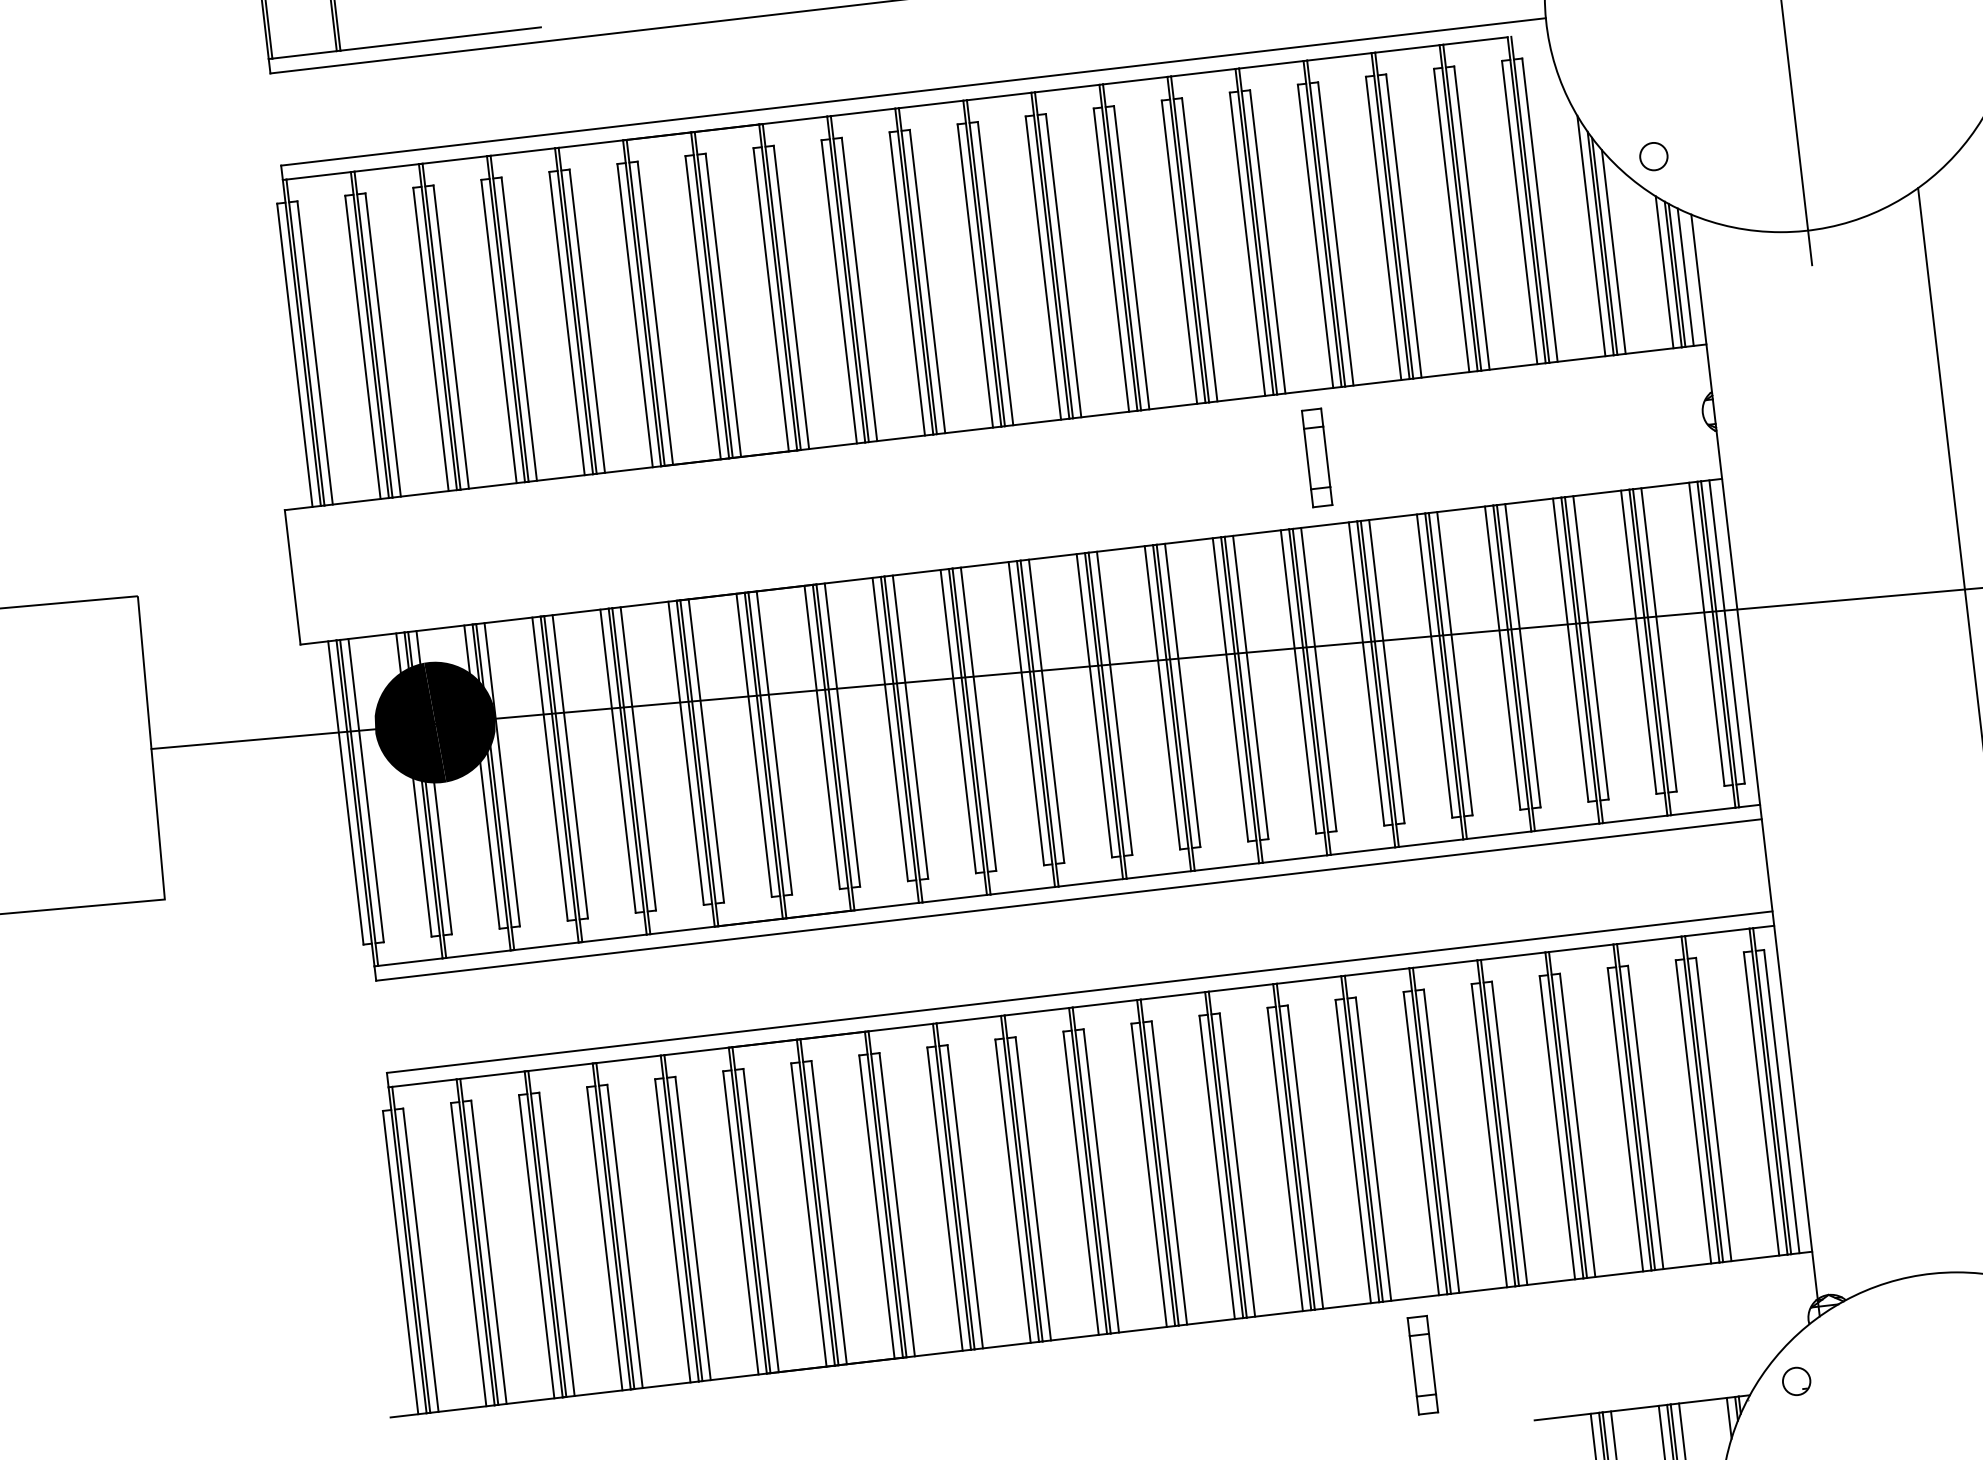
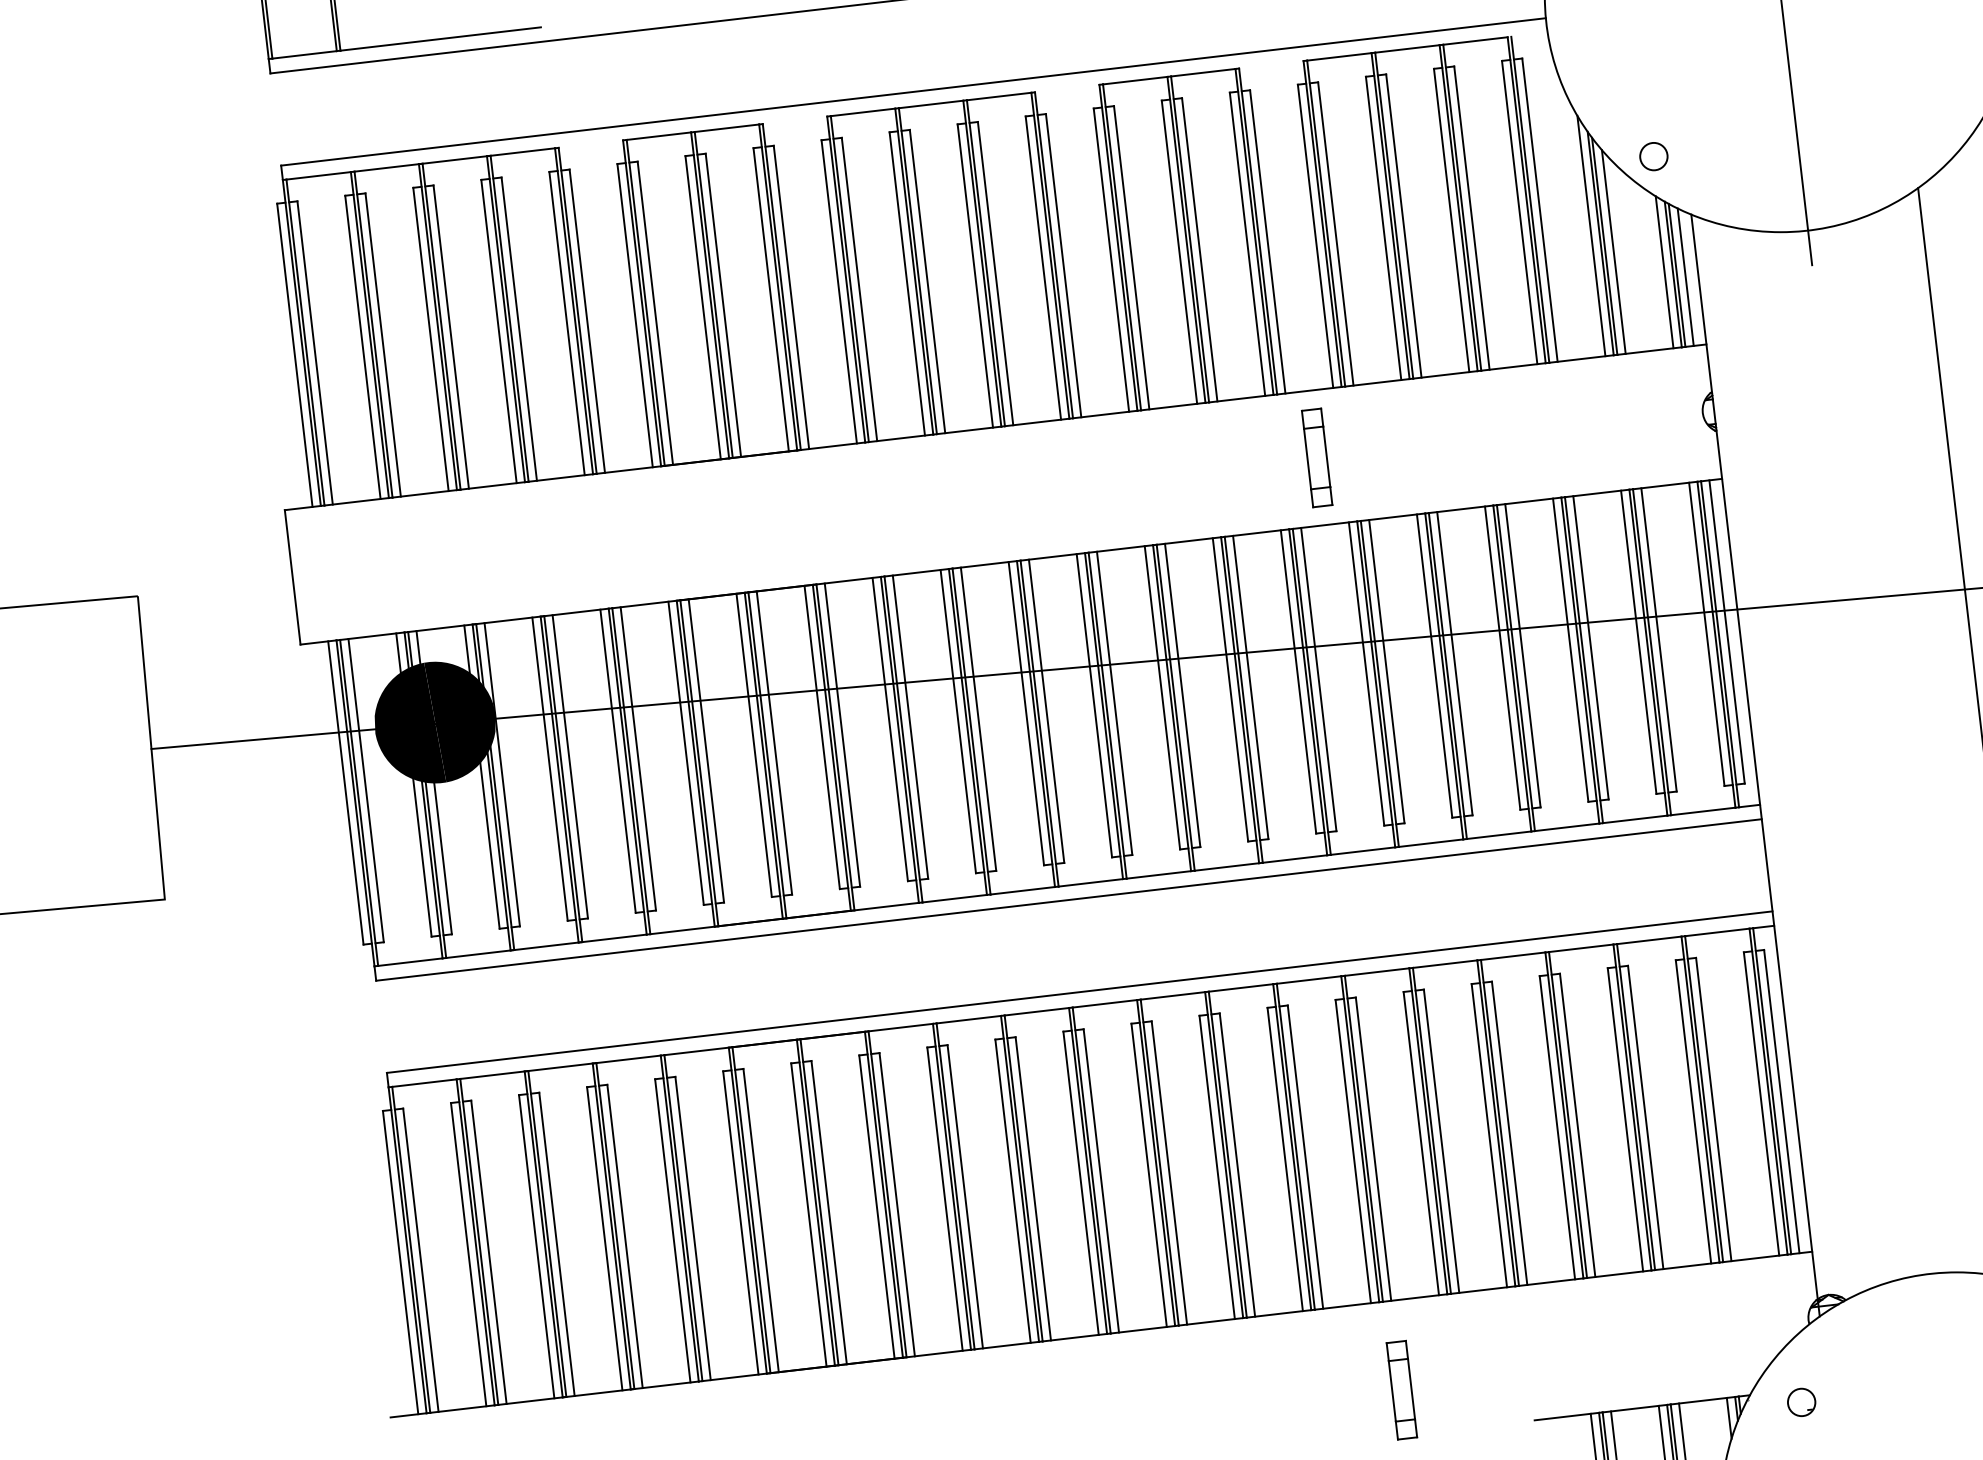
line at (1271, 64): present -> none
line at (1067, 88): present -> none
line at (692, 131): present -> none
part at (1422, 1364) position: (1422, 1364) -> (1401, 1389)
part at (1796, 1380) position: (1796, 1380) -> (1801, 1401)
